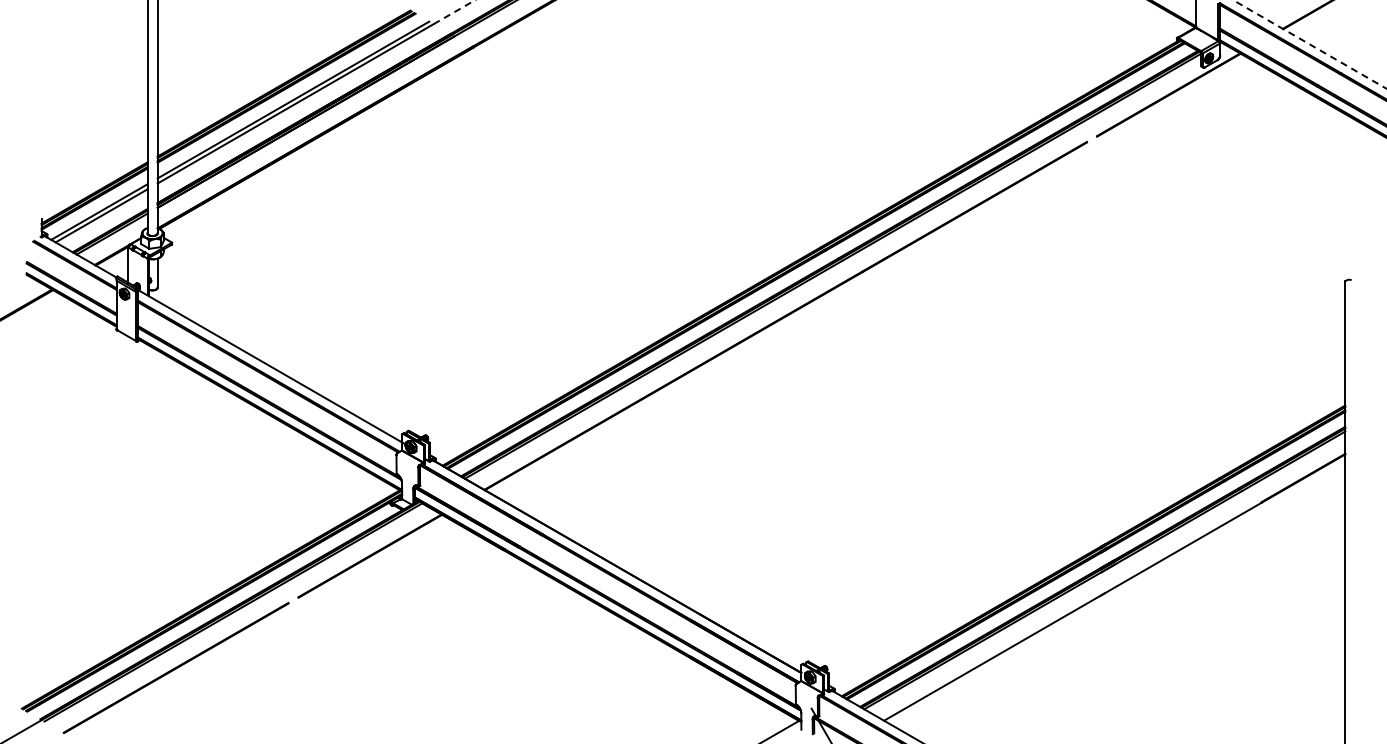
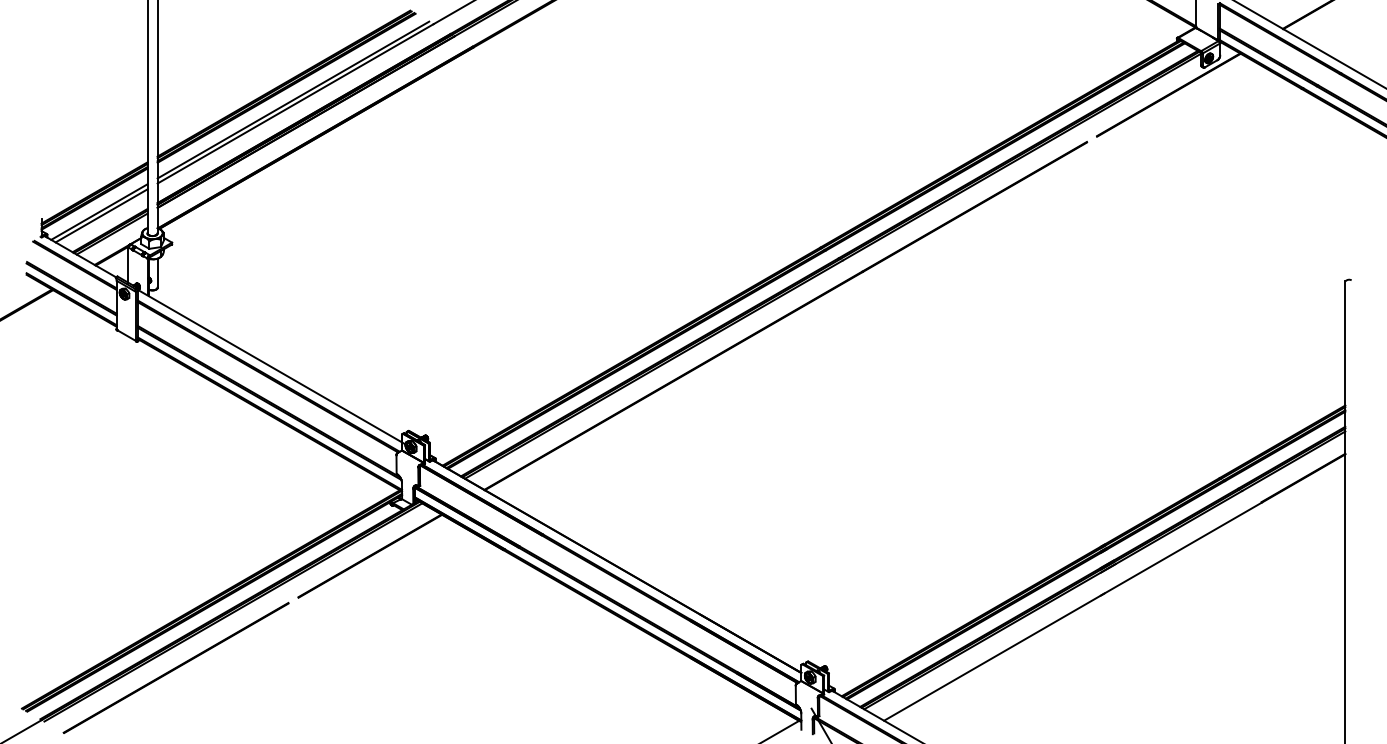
line at (454, 12): dashed -> solid
line at (1309, 44): dashed -> solid
